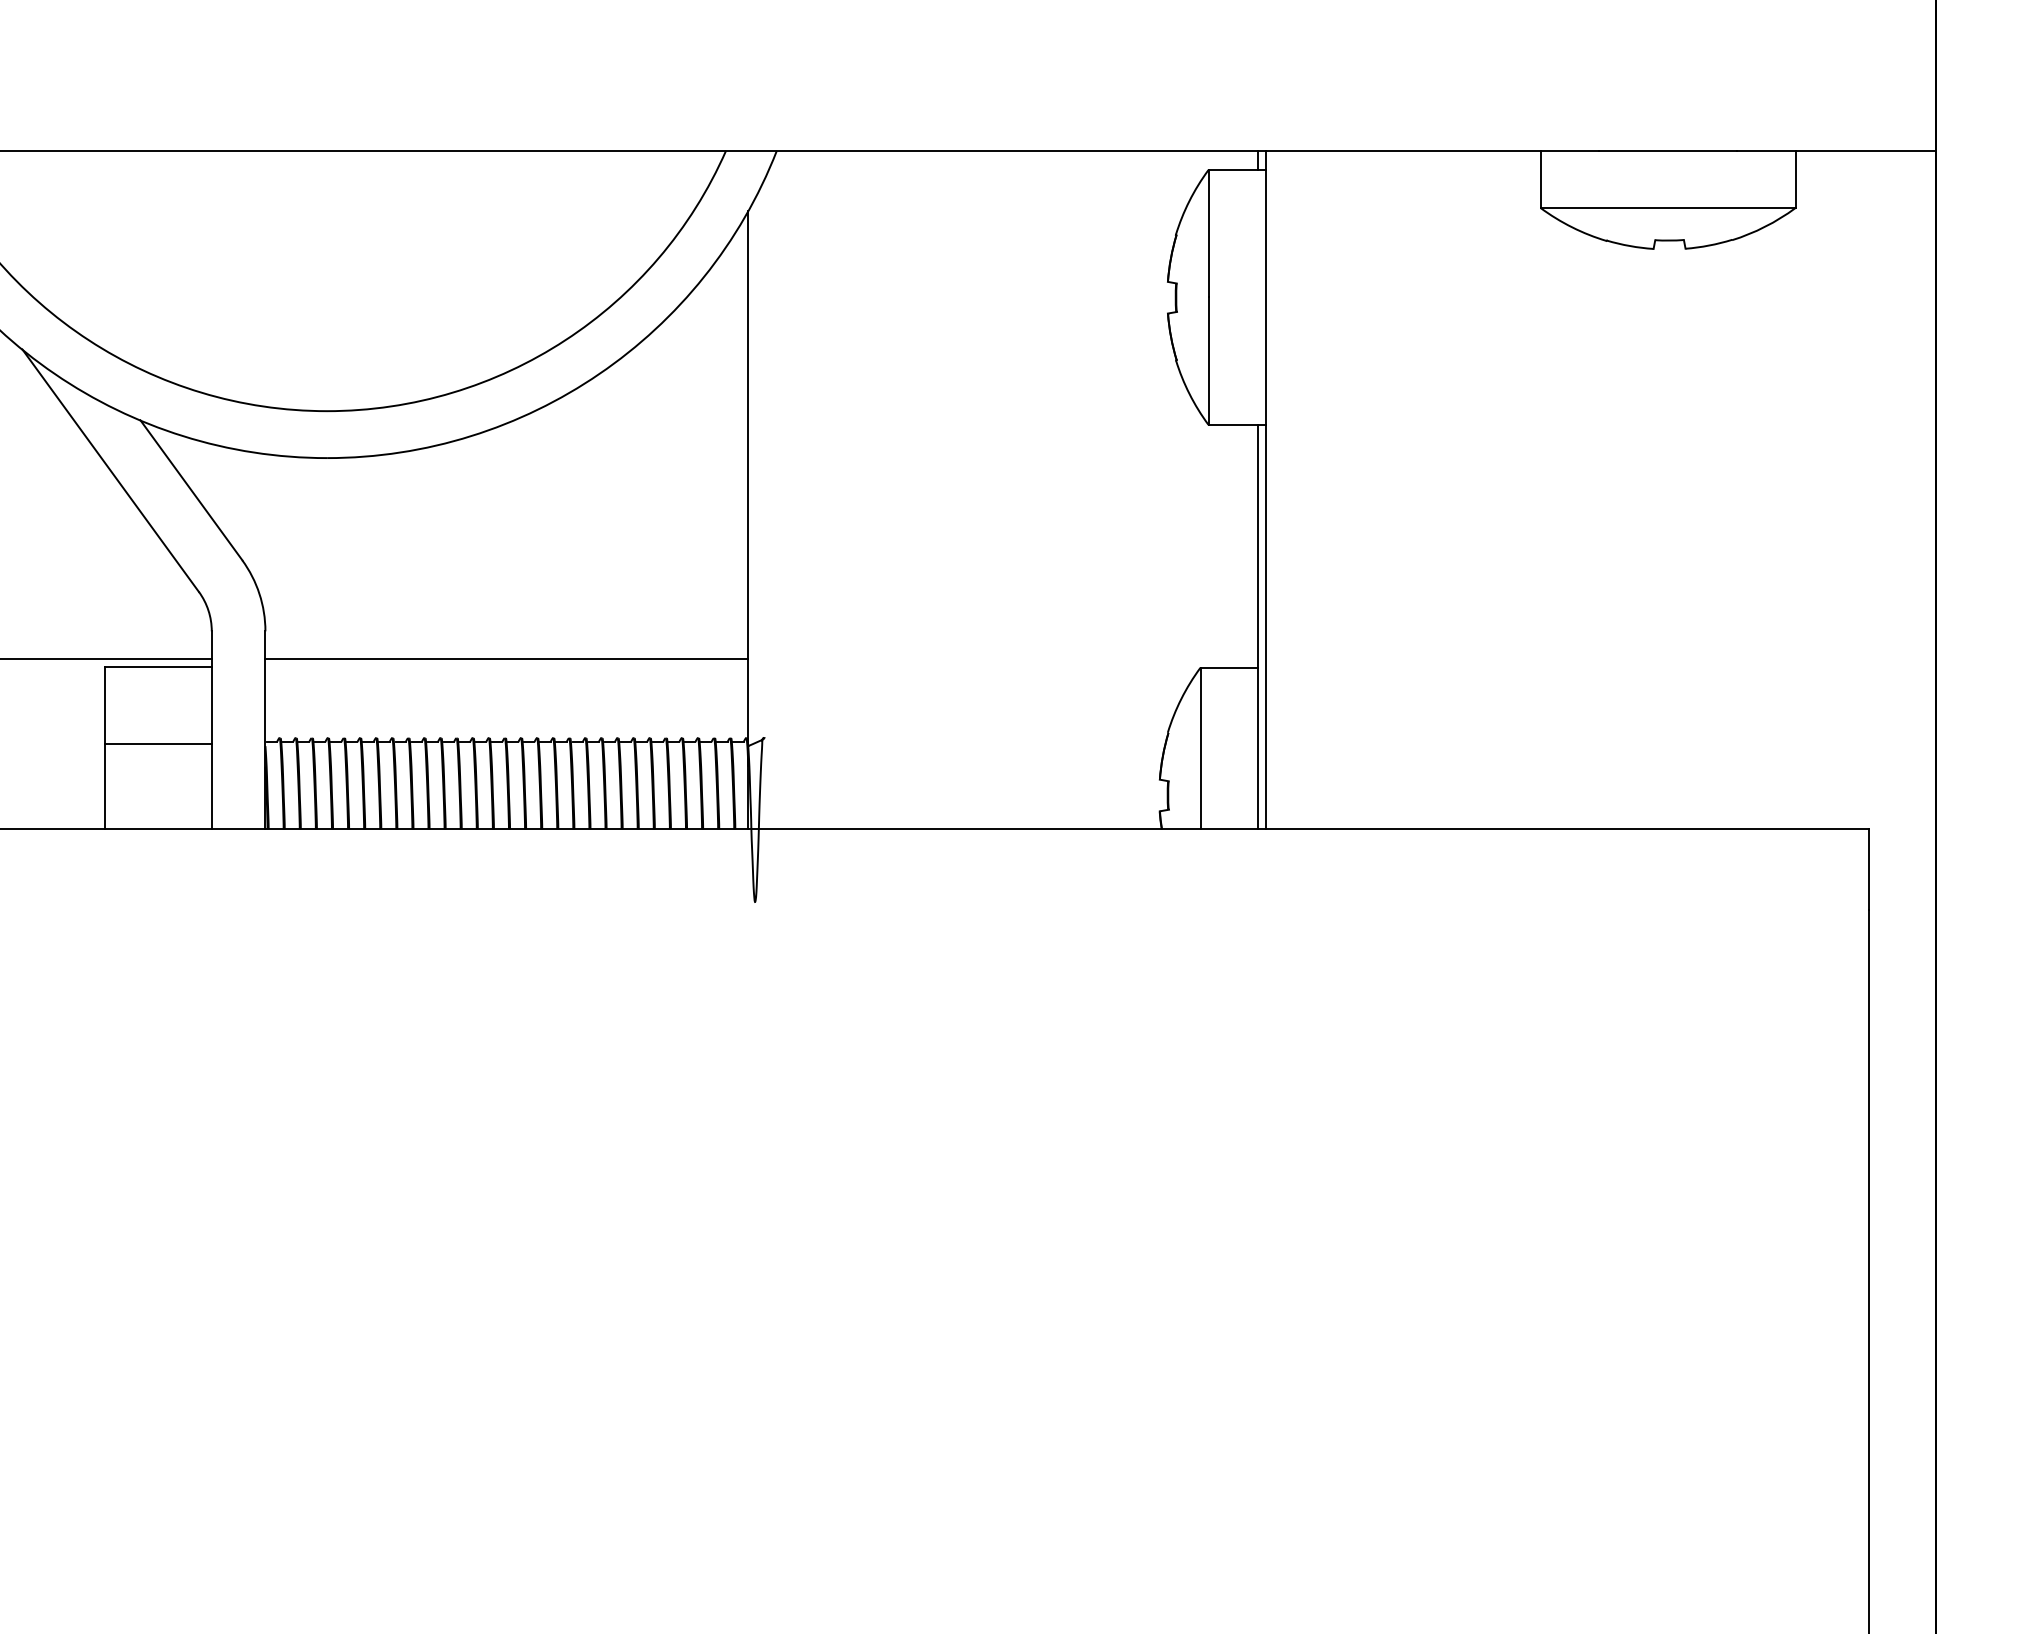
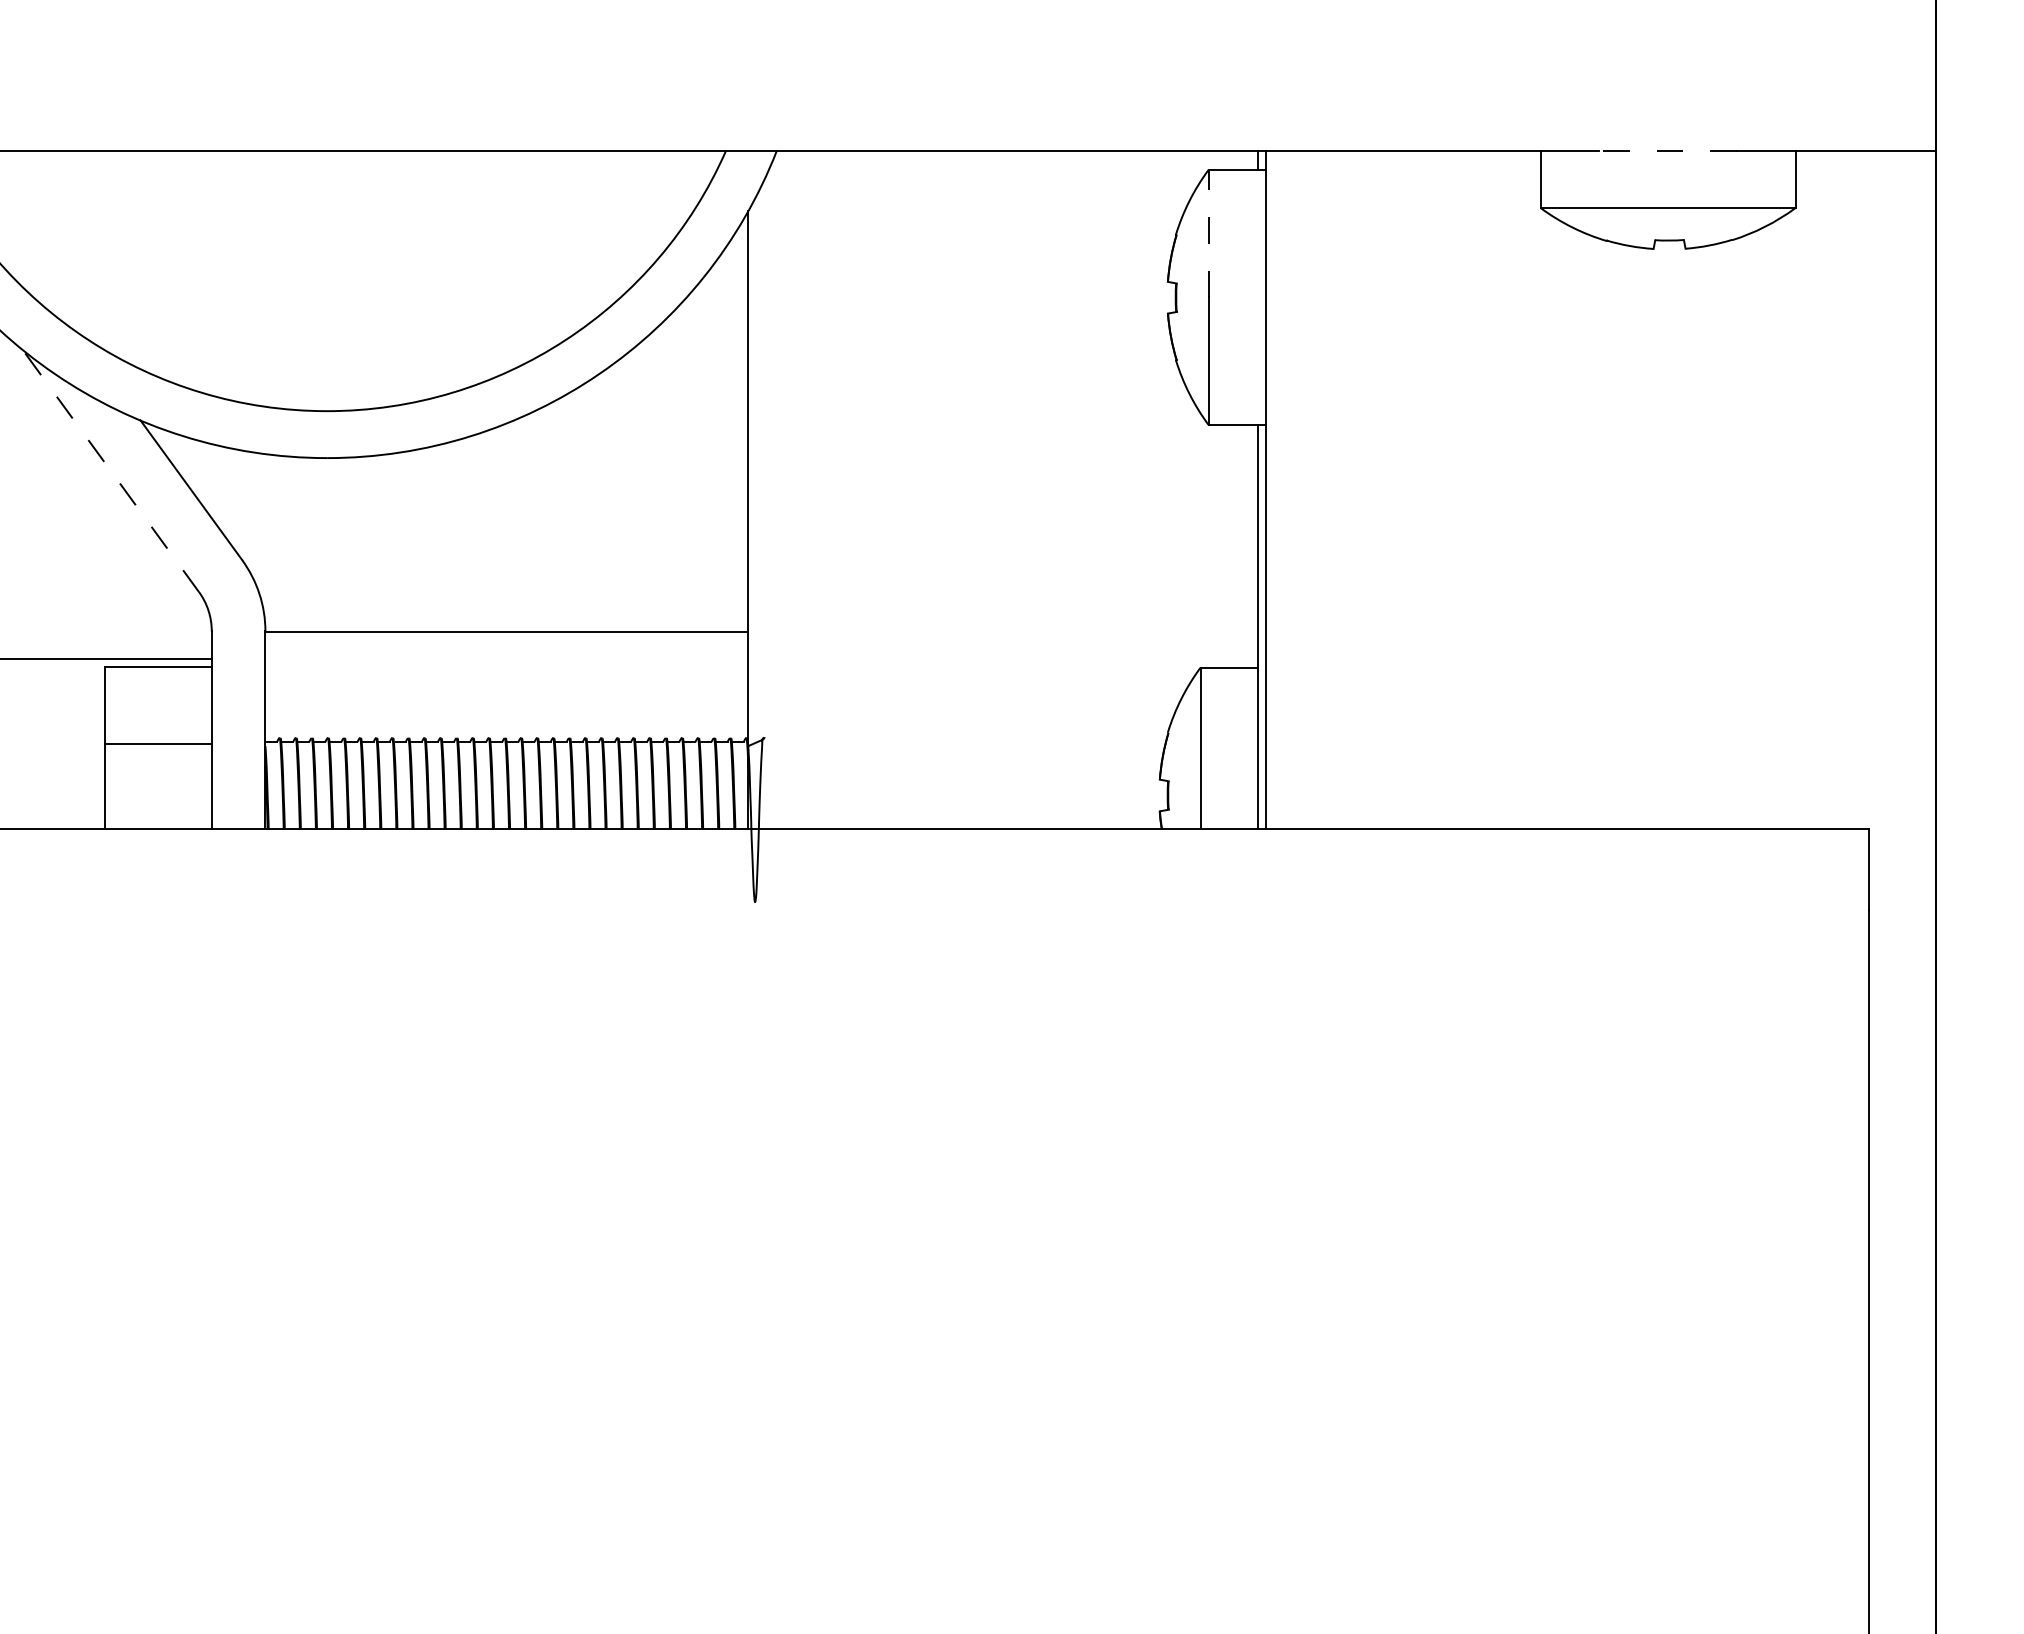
line at (1668, 150): solid -> dashed
line at (1208, 233): solid -> dashed
line at (110, 470): solid -> dashed
line at (506, 659) position: (506, 659) -> (506, 632)
